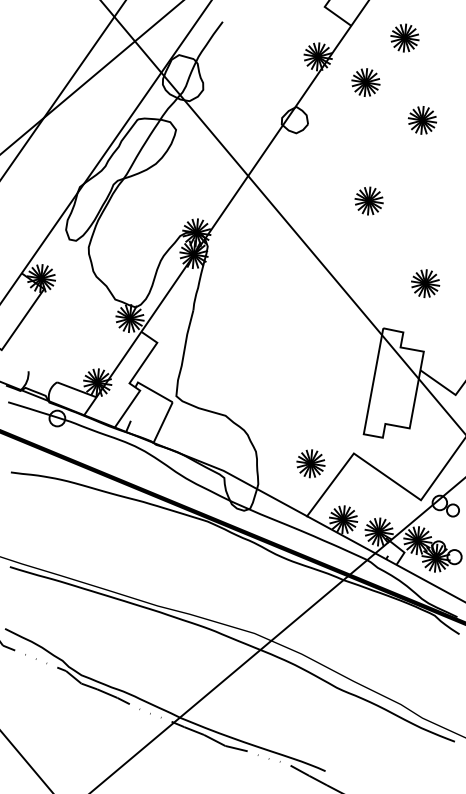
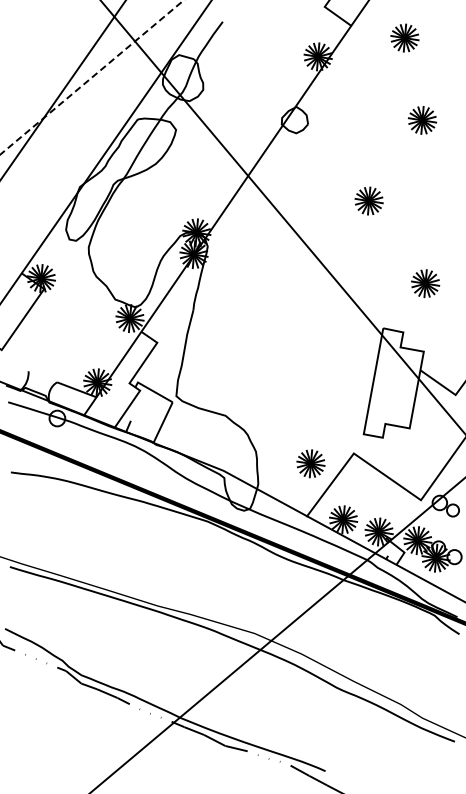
line at (91, 77): solid -> dashed
part at (365, 82): present -> none
line at (26, 761): present -> none
